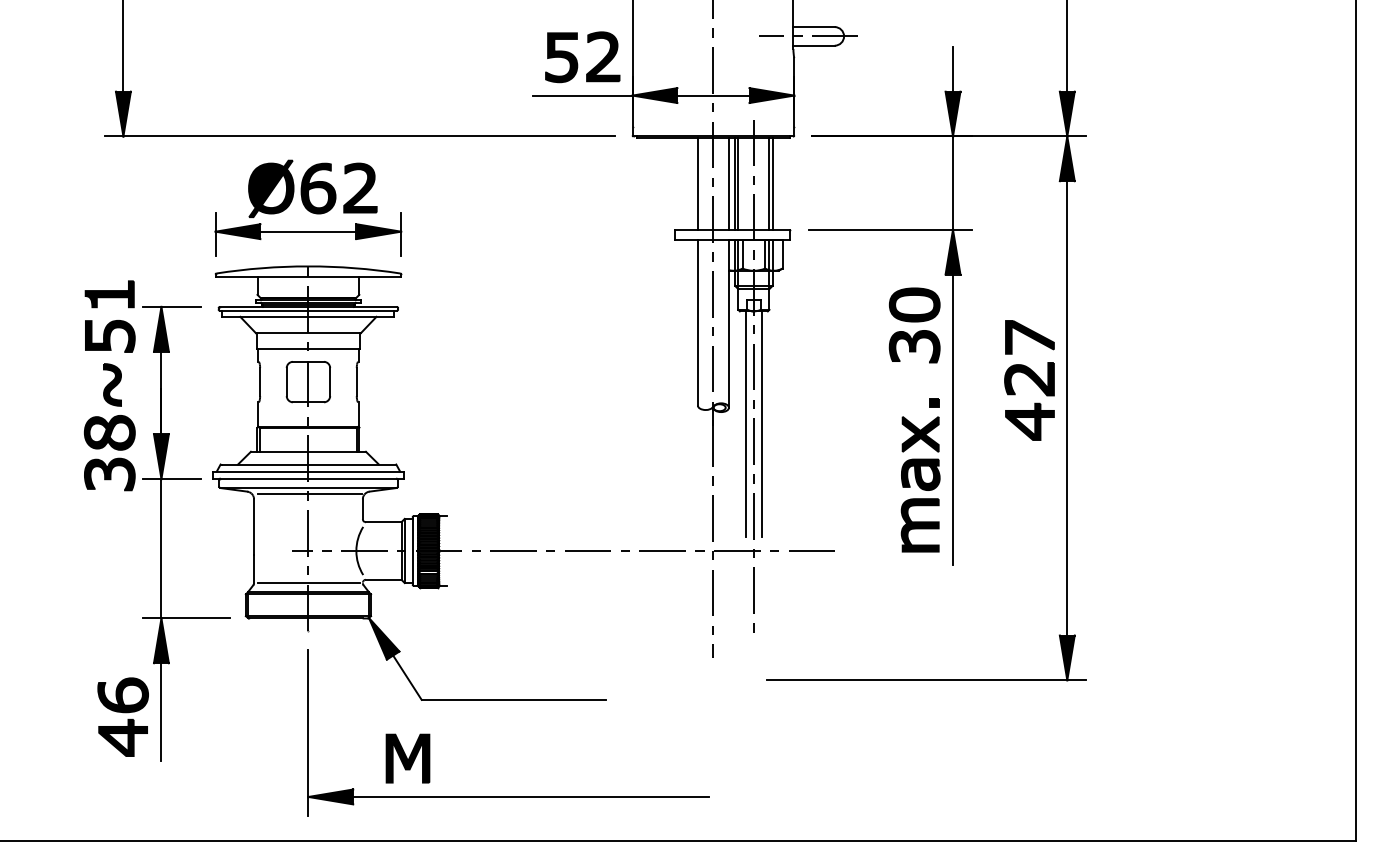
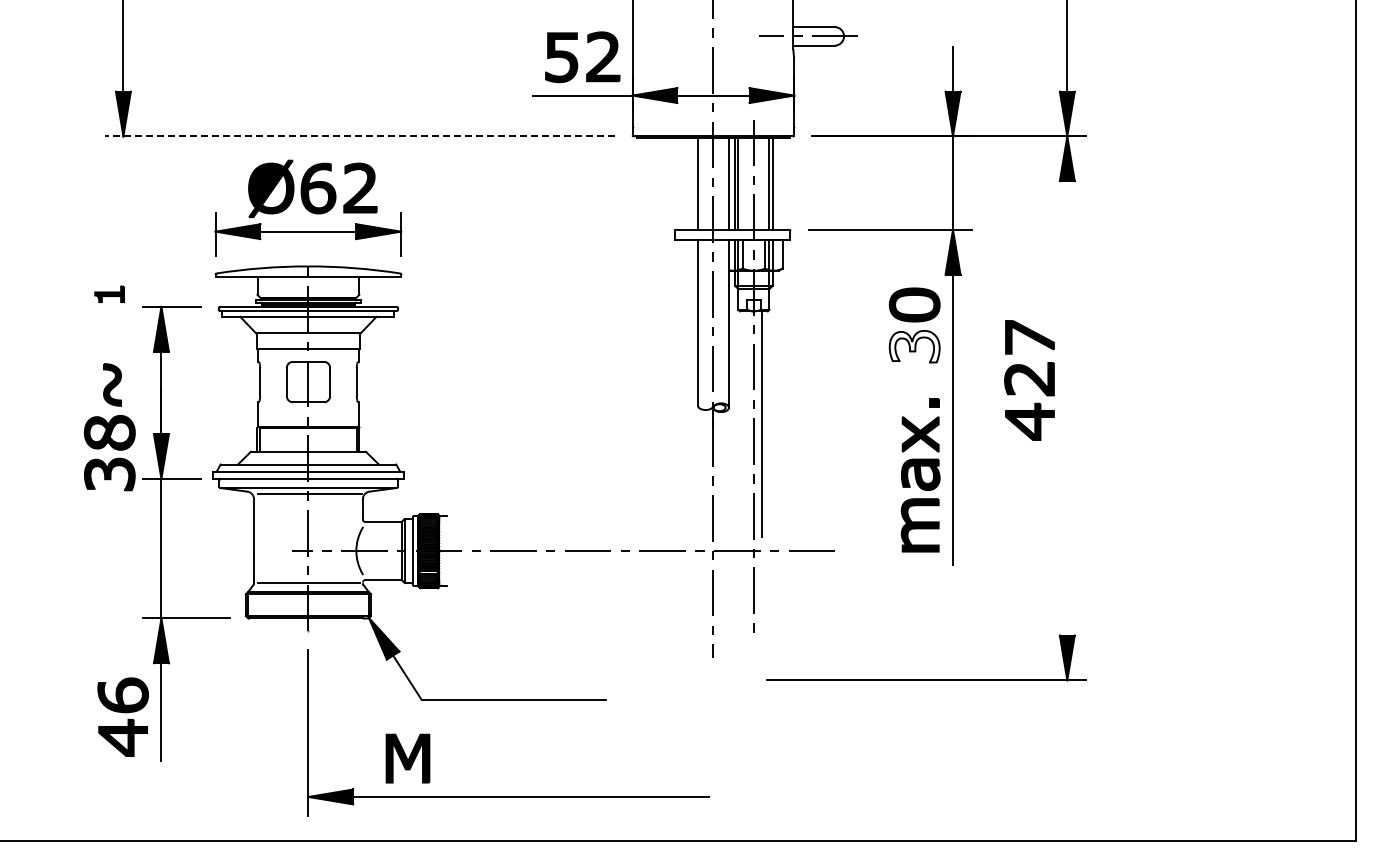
line at (359, 136): solid -> dashed
part at (109, 294) size: 51x29 px -> 31x18 px
part at (110, 336): present -> none
fill at (914, 346): present -> none
line at (1067, 408): present -> none
line at (746, 424): present -> none
